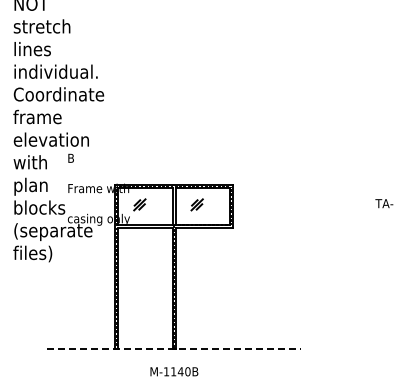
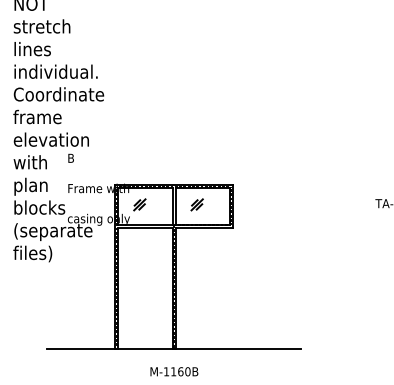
line at (174, 348): dashed -> solid
text at (180, 371): M-1140B -> M-1160B
